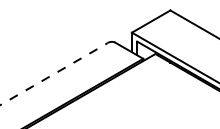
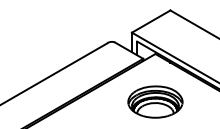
line at (53, 74): dashed -> solid
part at (155, 101): none -> present
